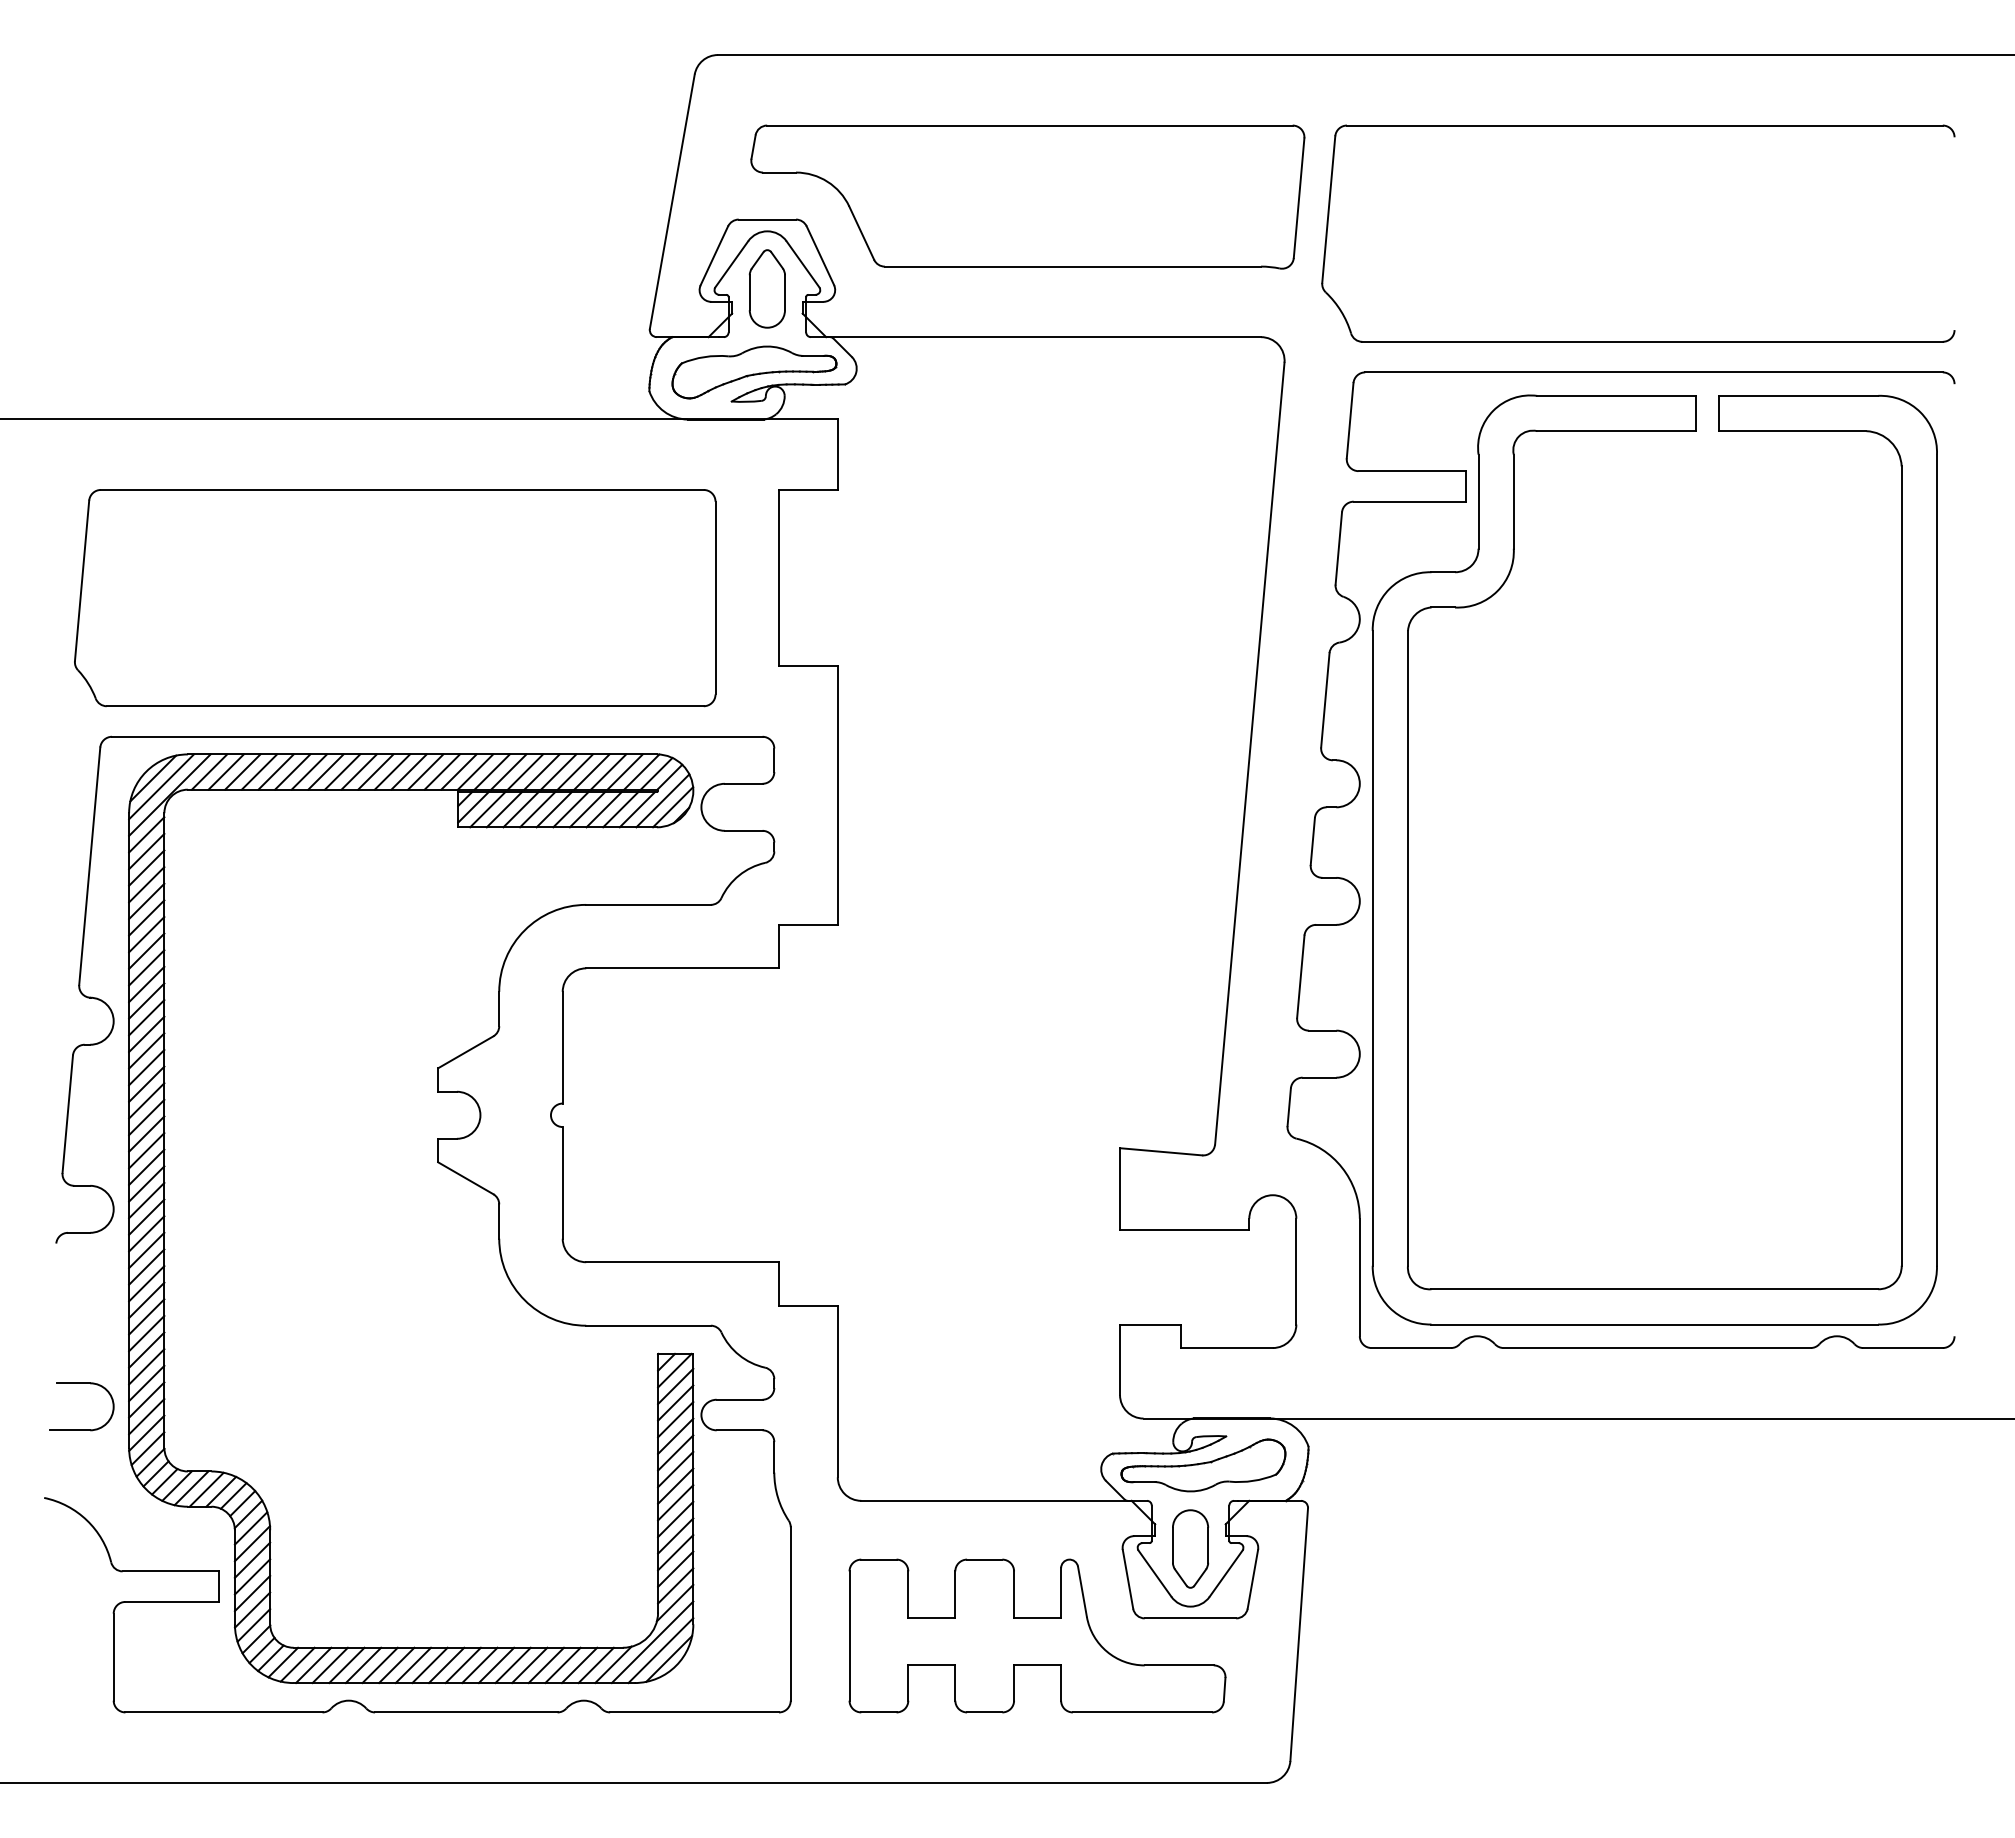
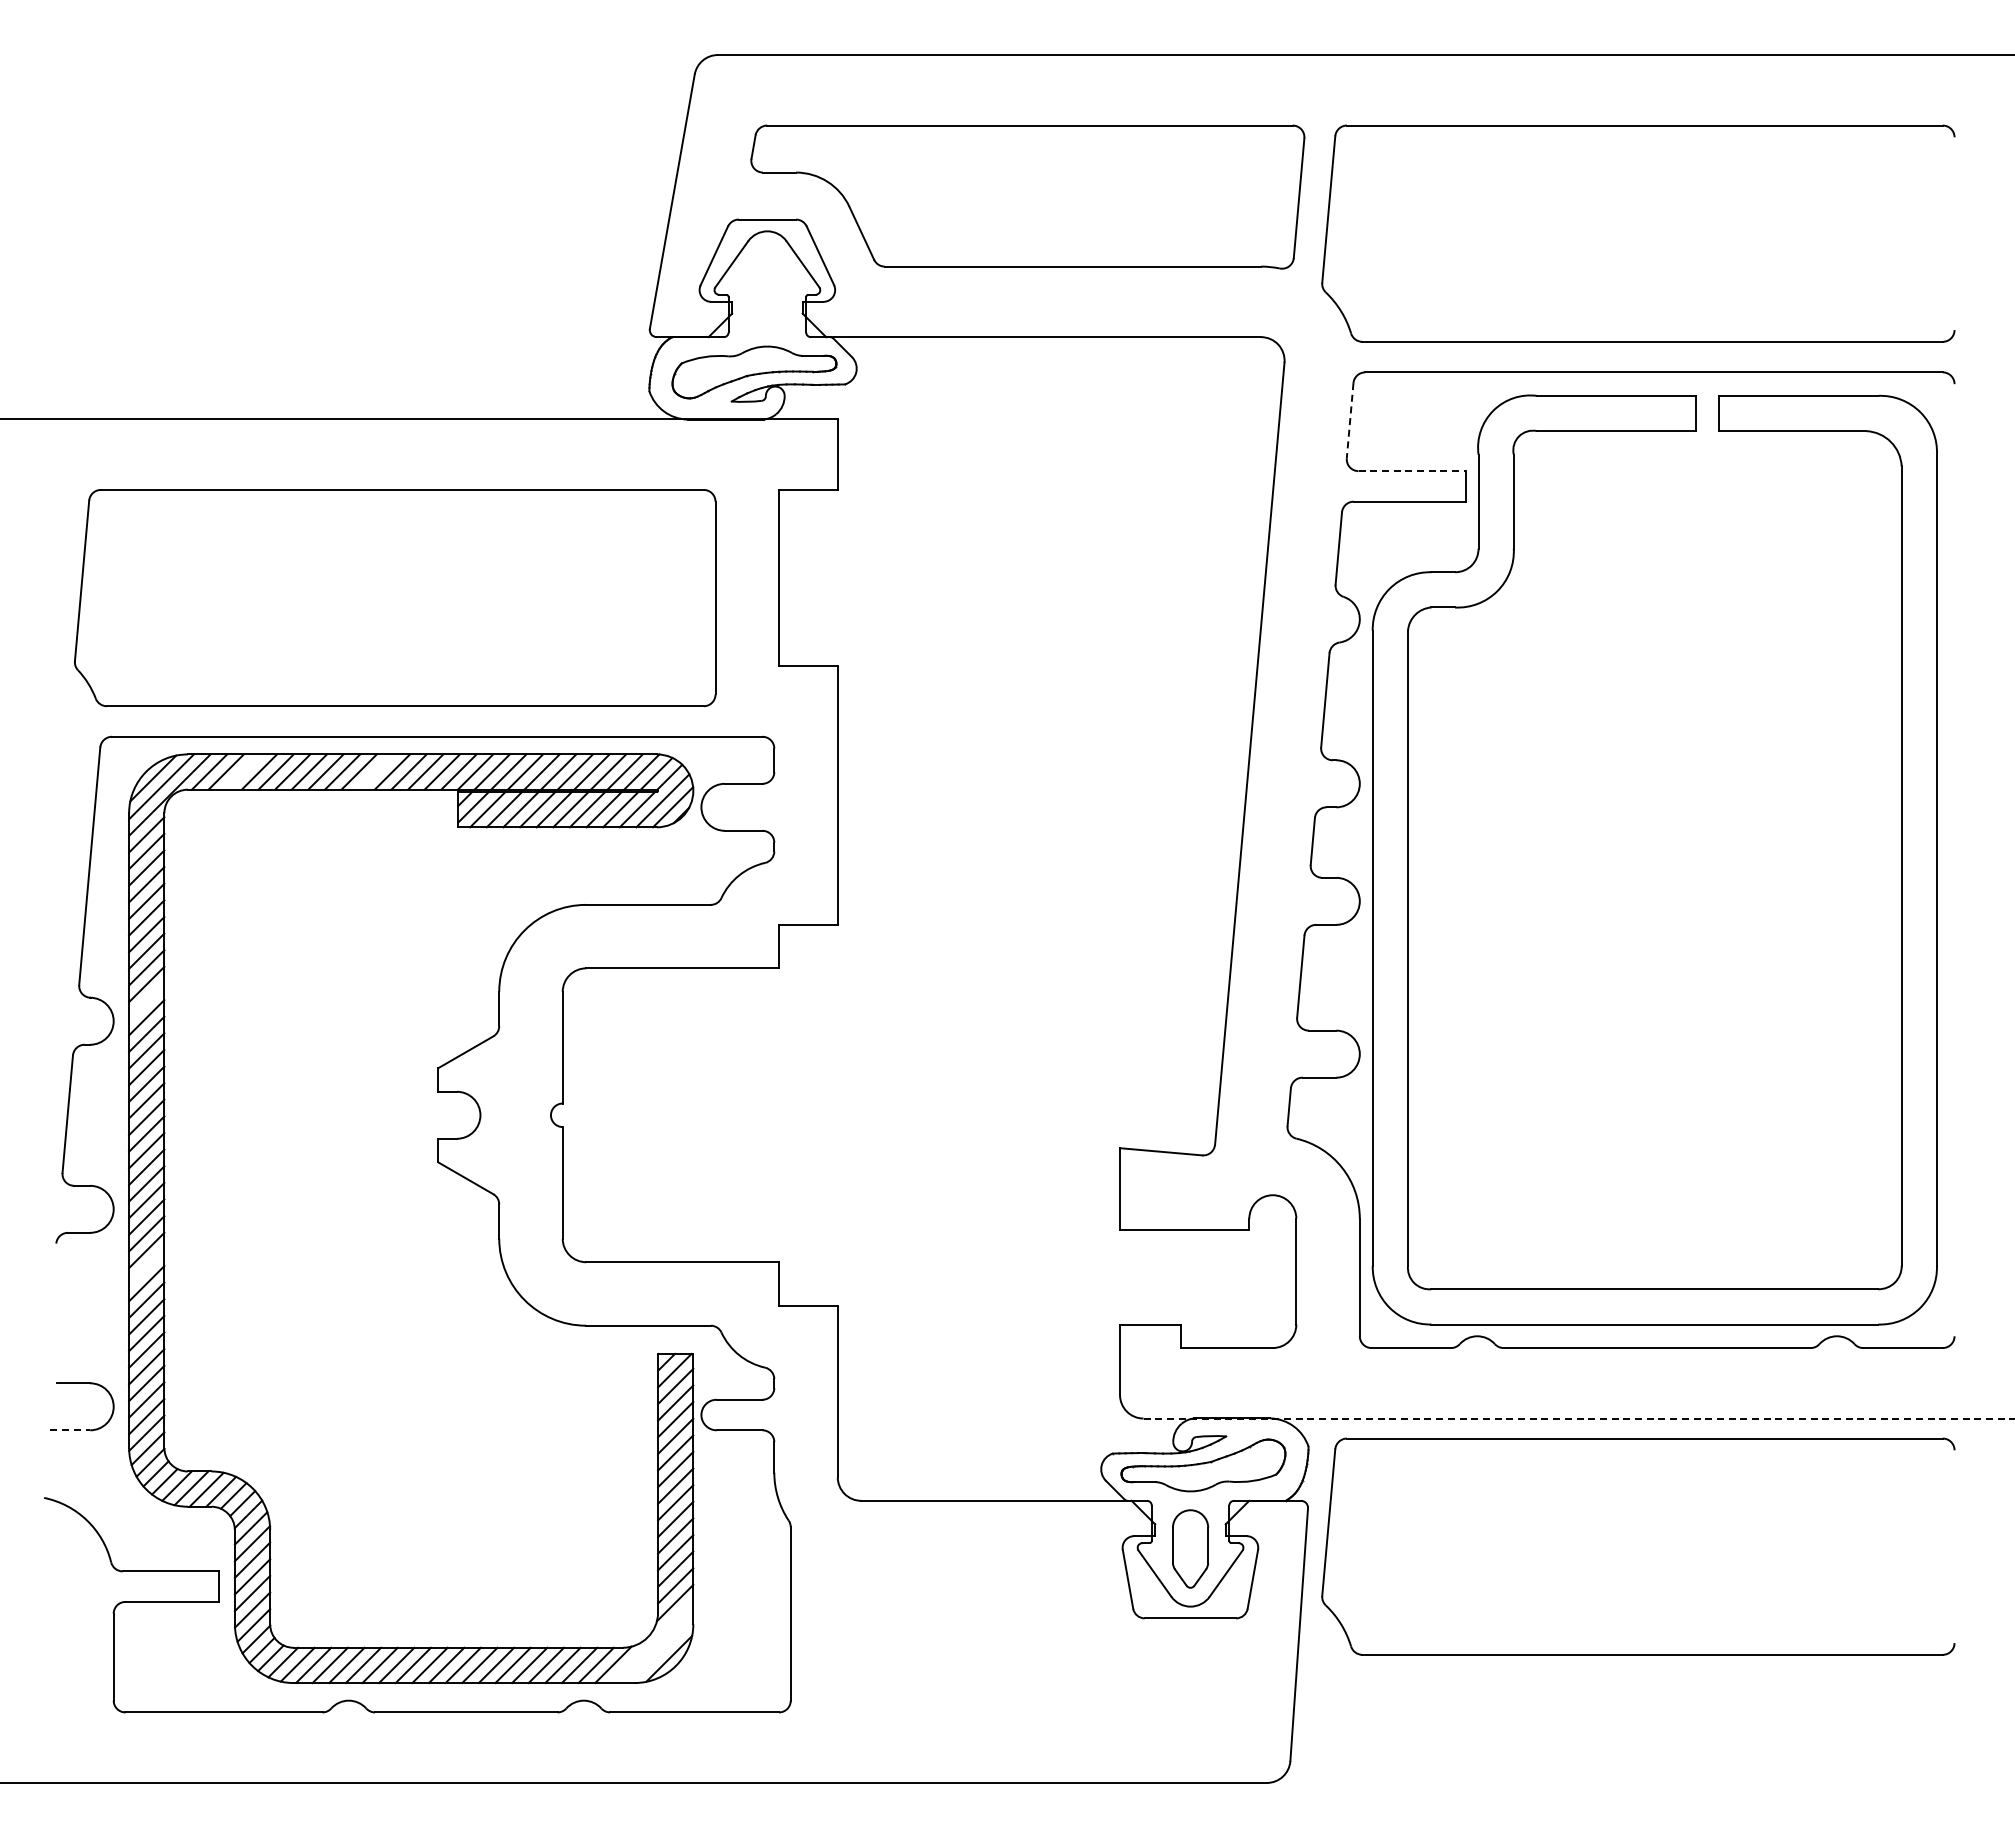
part at (766, 288): present -> none
line at (1350, 420): solid -> dashed
line at (1412, 471): solid -> dashed
line at (242, 771): present -> none
line at (375, 771): present -> none
line at (146, 1000): present -> none
line at (146, 1266): present -> none
line at (1579, 1418): solid -> dashed
line at (70, 1430): solid -> dashed
part at (1638, 1439): none -> present
part at (1037, 1635): present -> none
line at (652, 1642): present -> none
line at (660, 1650): present -> none
